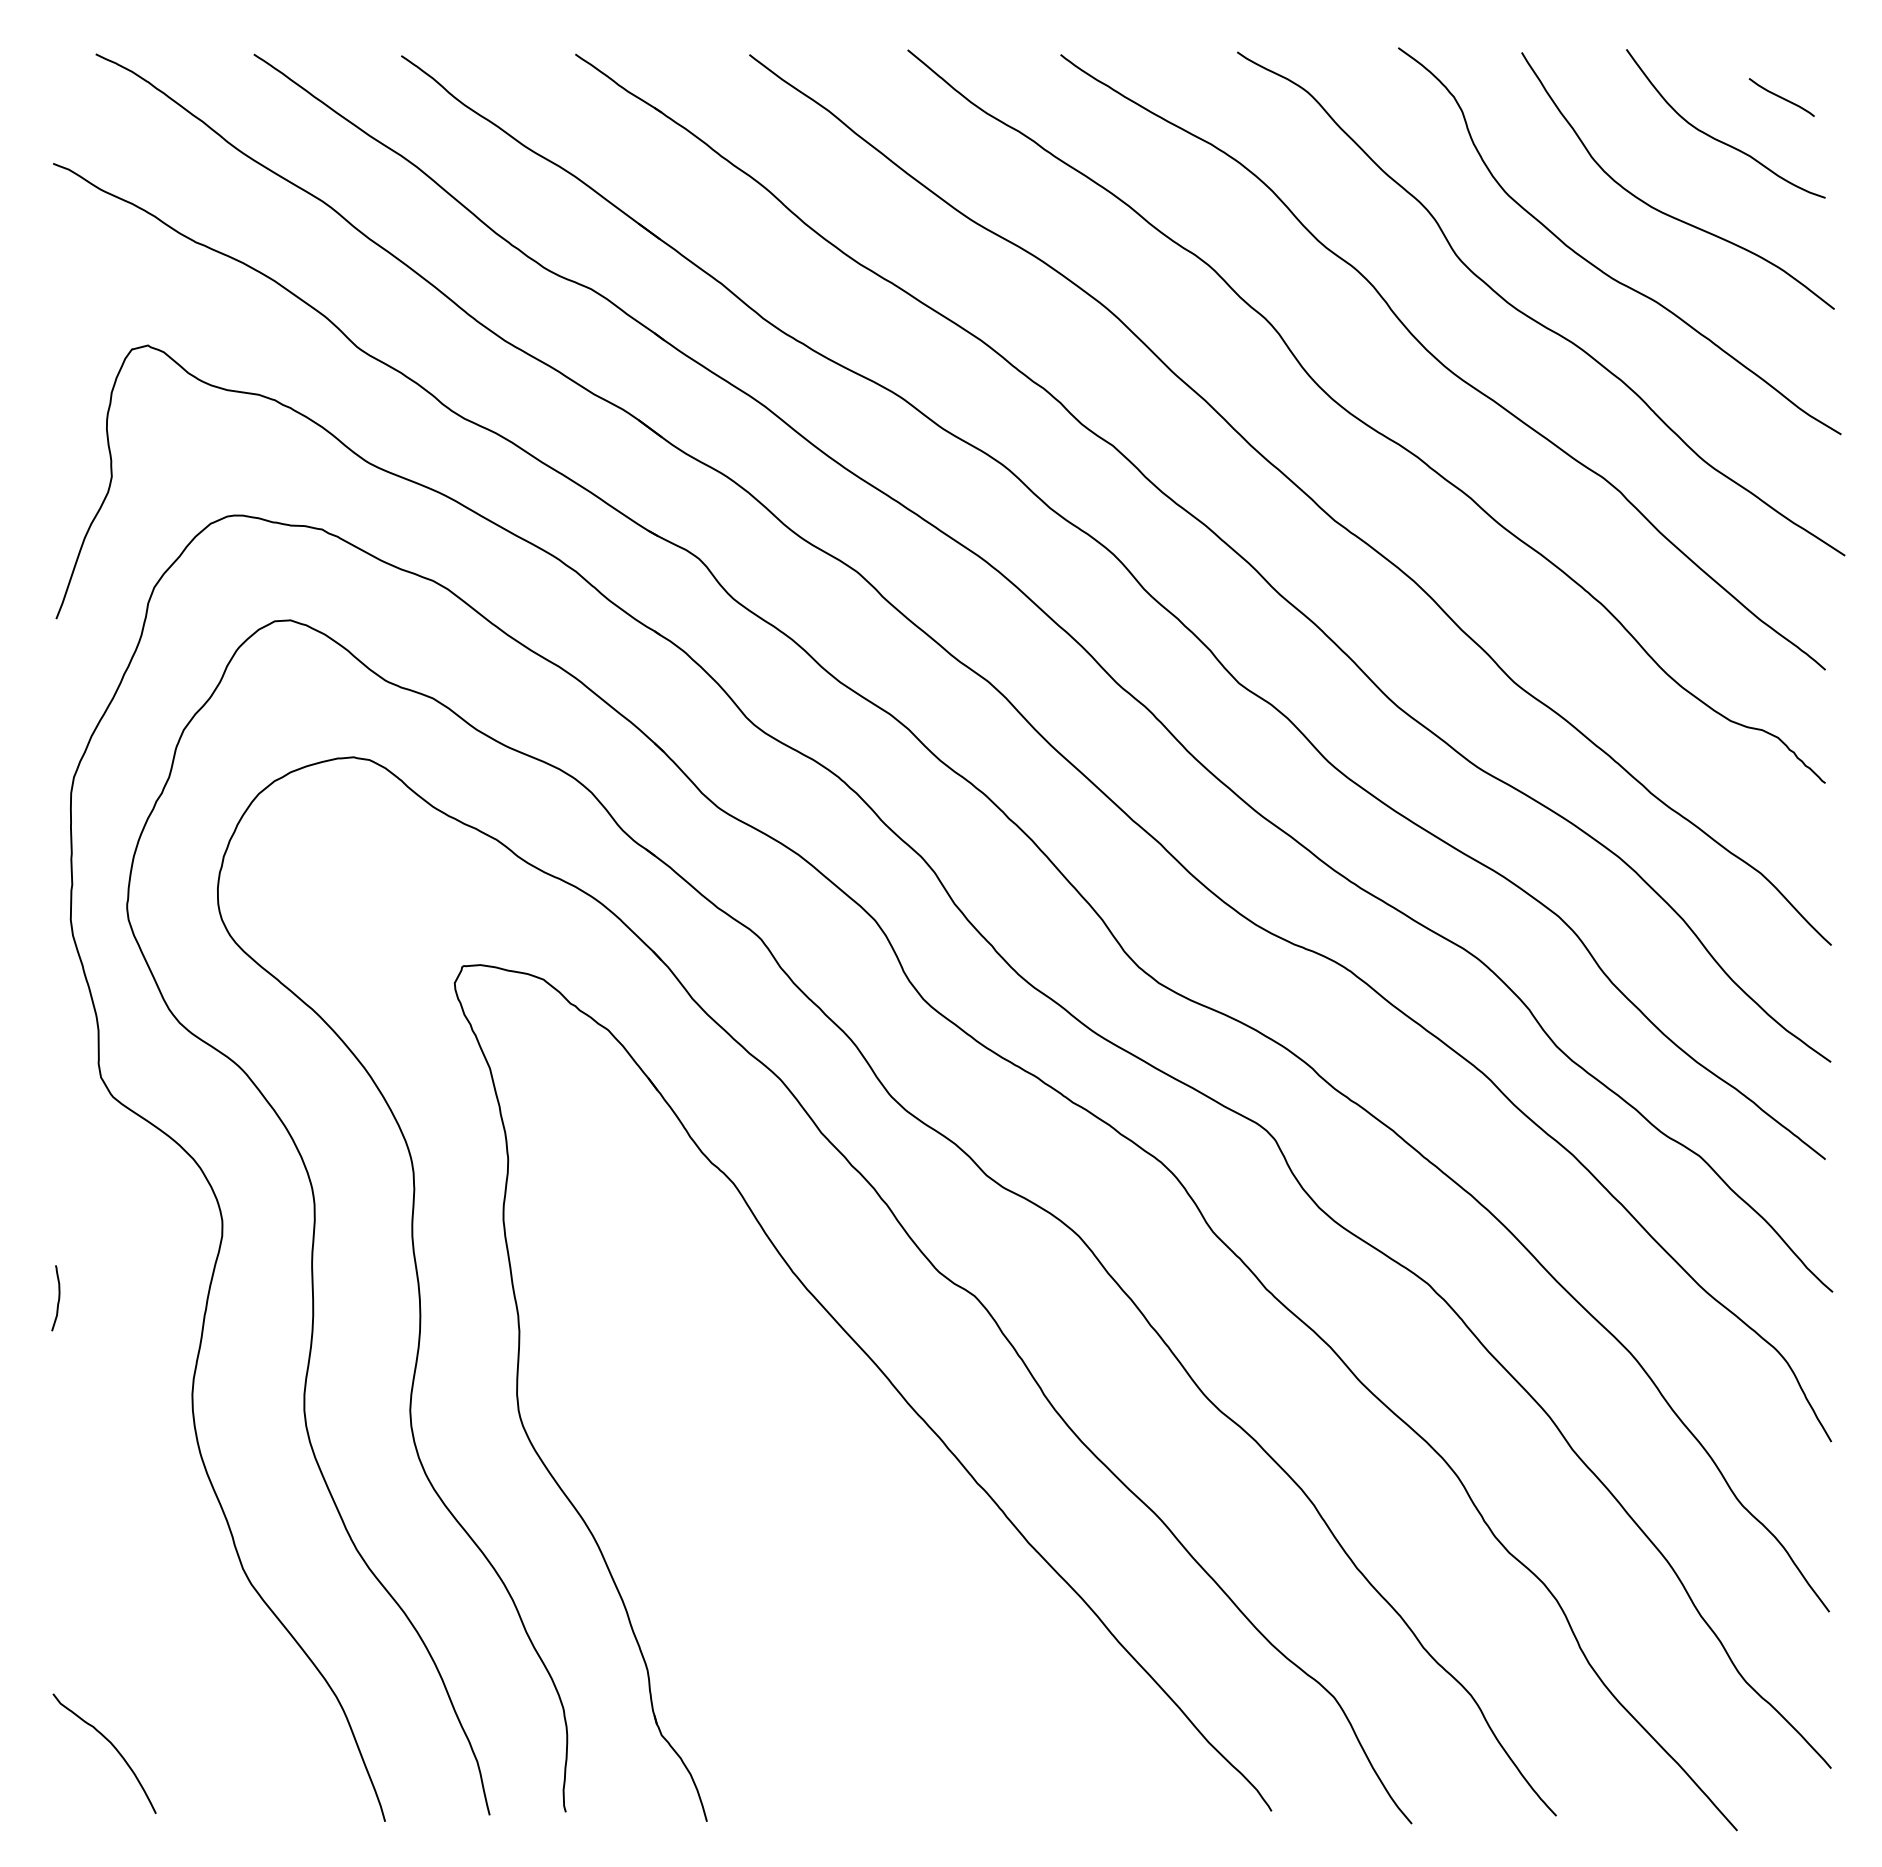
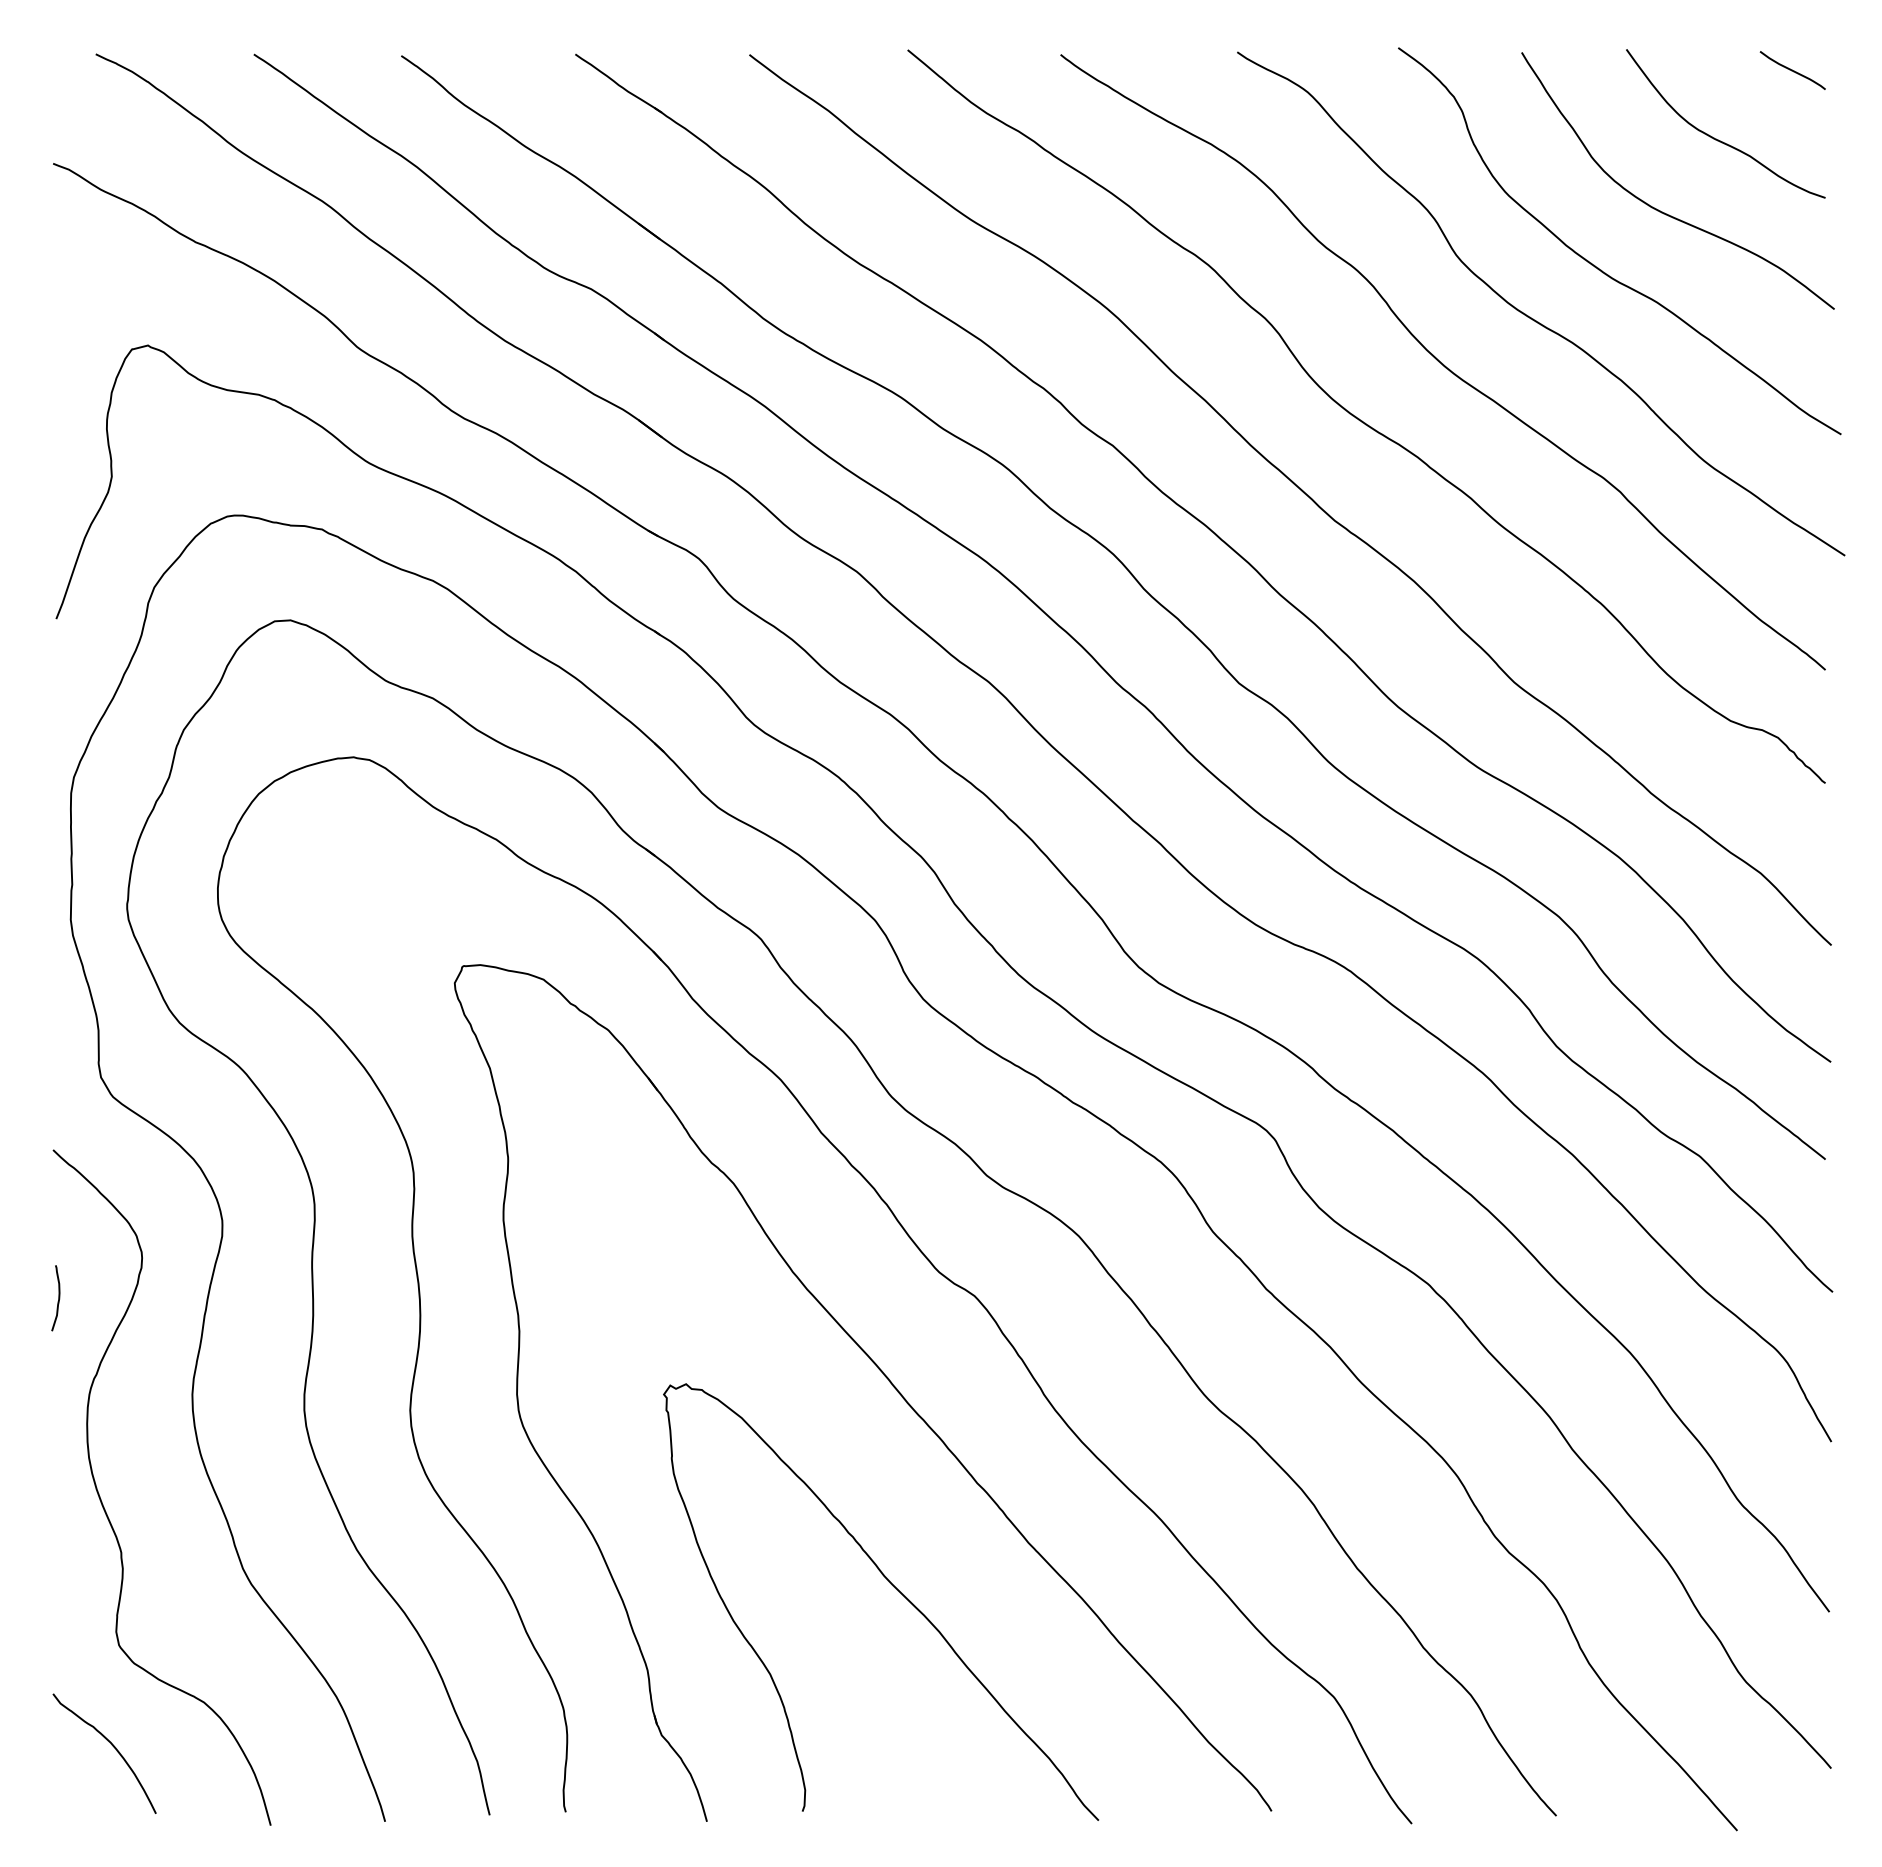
curve at (1781, 97) position: (1781, 97) -> (1792, 70)
curve at (106, 1511): none -> present
curve at (892, 1586): none -> present
